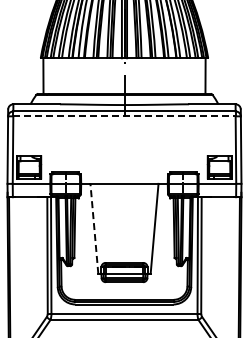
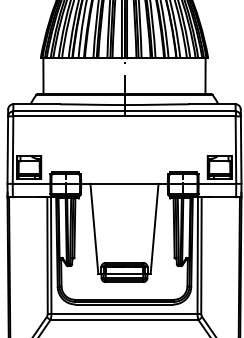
line at (124, 116): dashed -> solid
line at (94, 228): dashed -> solid
